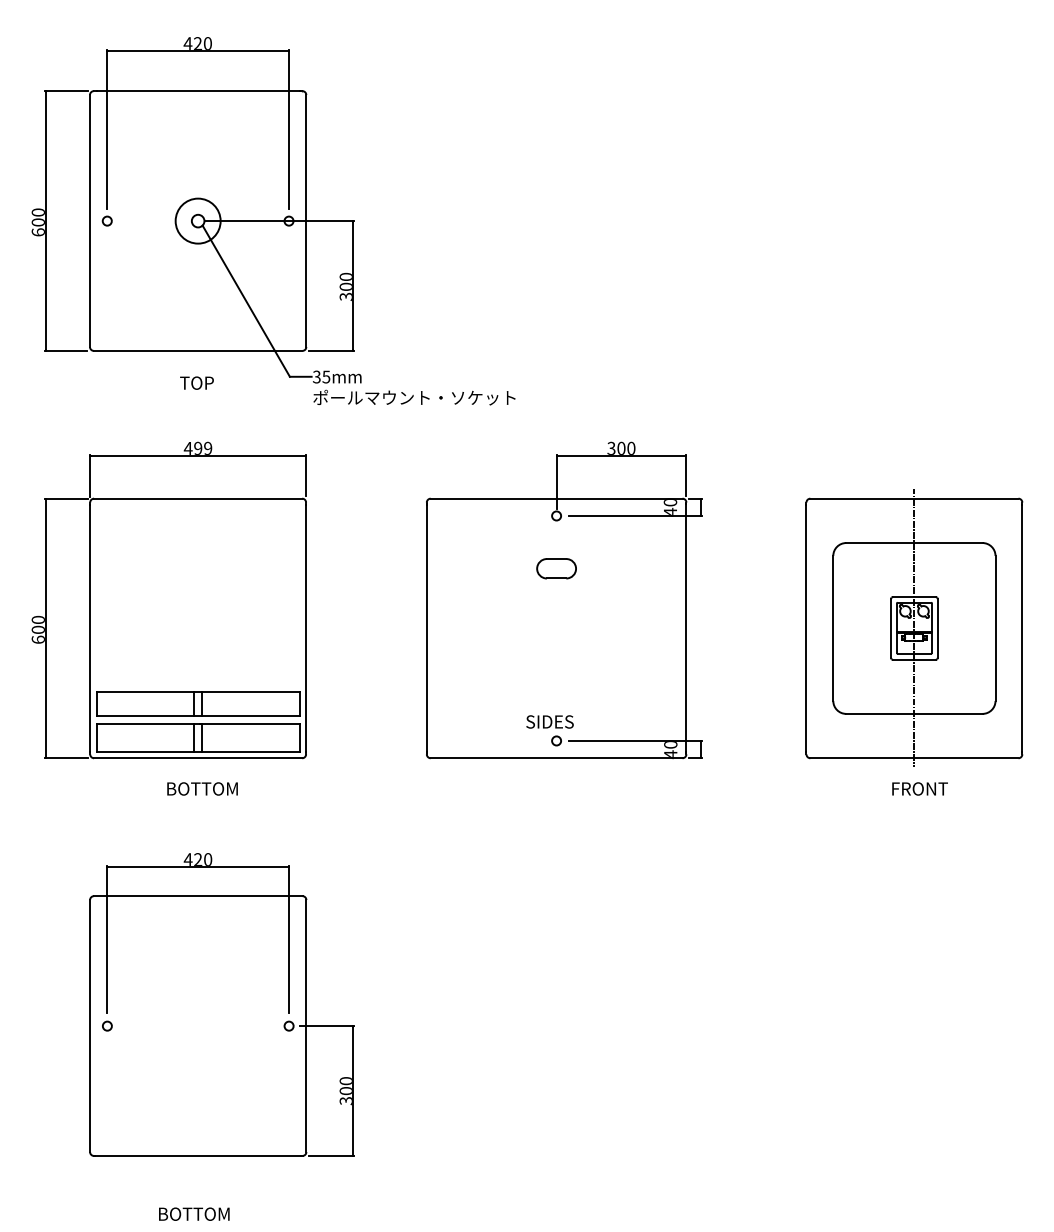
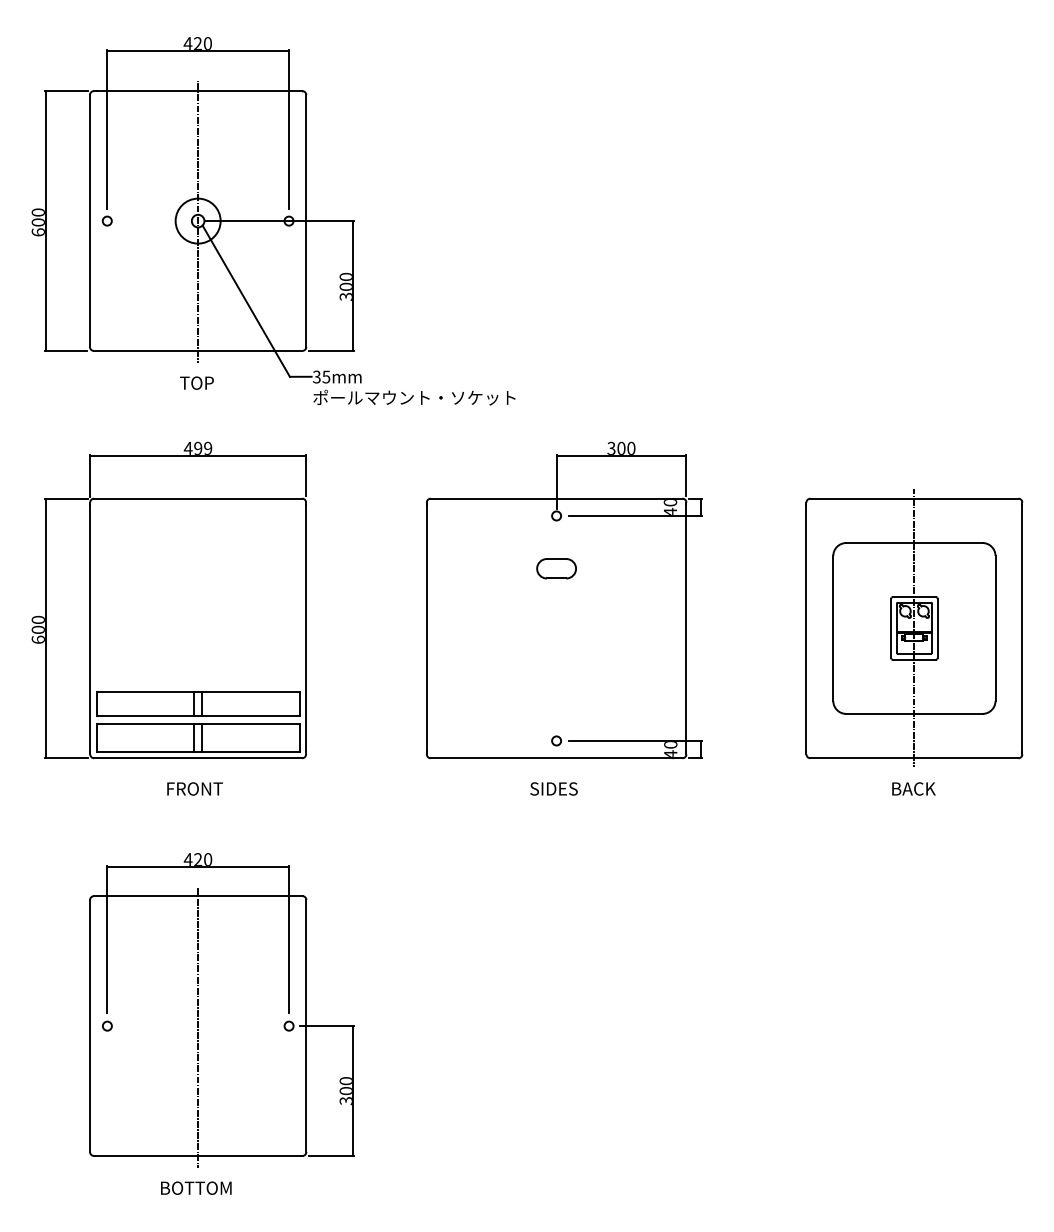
line at (198, 221): none -> present
text at (549, 721) position: (549, 721) -> (553, 788)
text at (203, 788): BOTTOM -> FRONT
text at (920, 788): FRONT -> BACK
line at (198, 1026): none -> present
text at (194, 1213) position: (194, 1213) -> (196, 1187)
